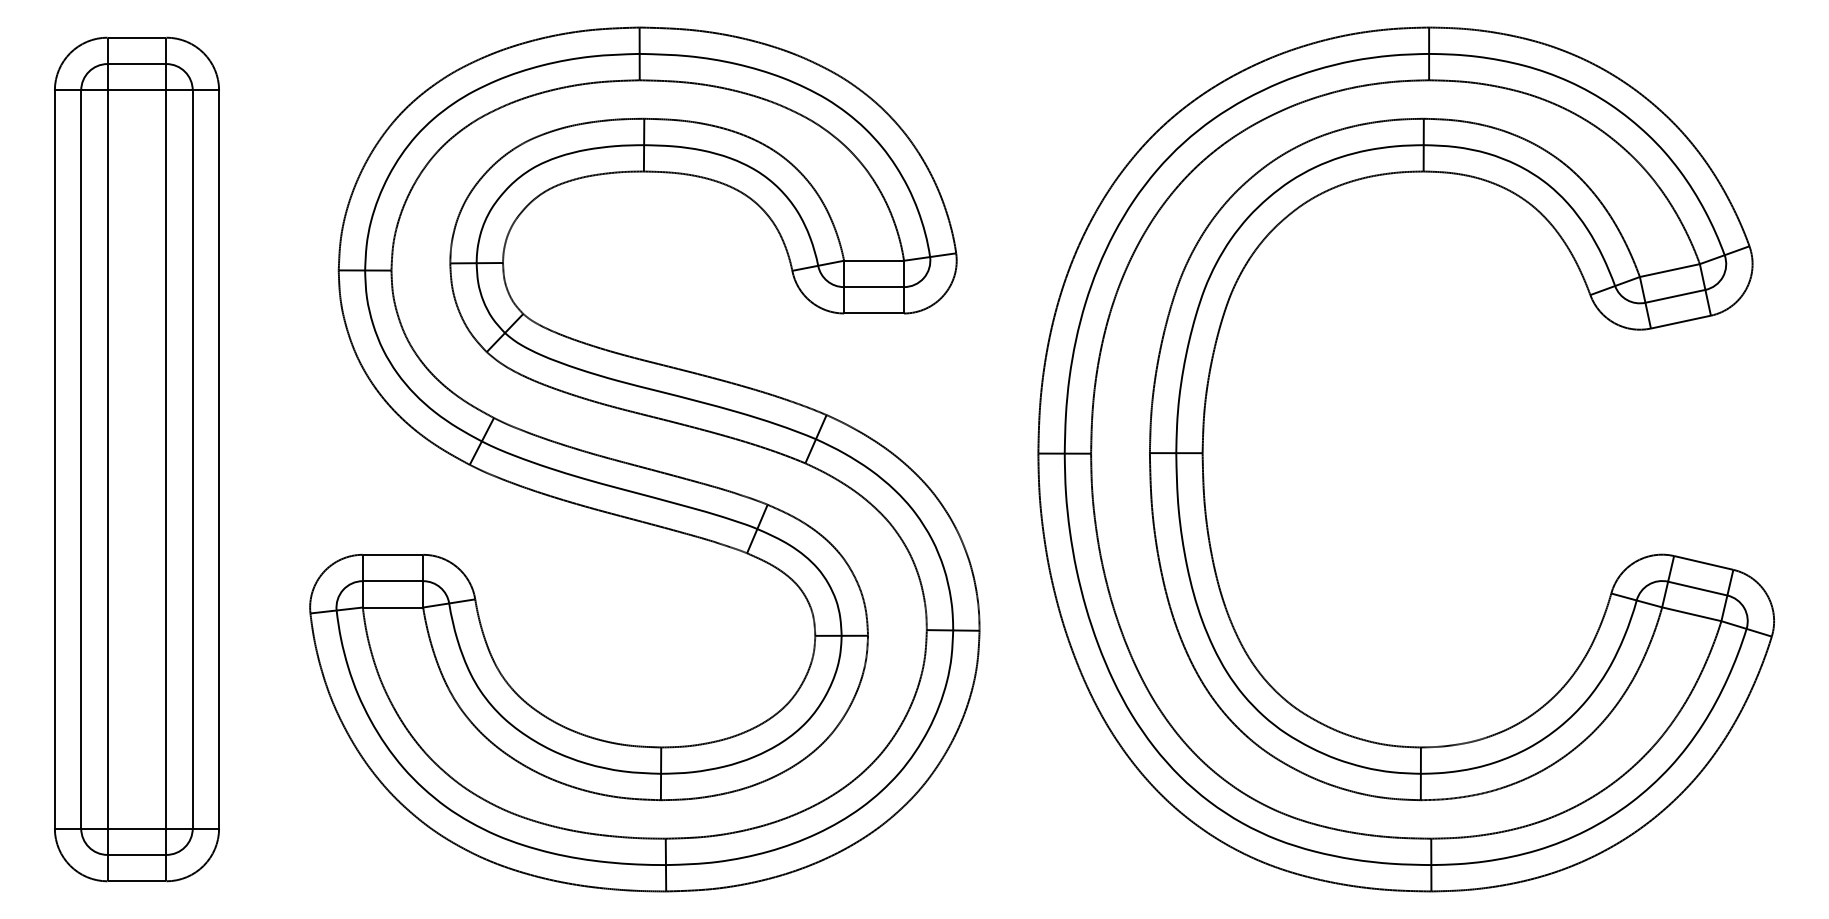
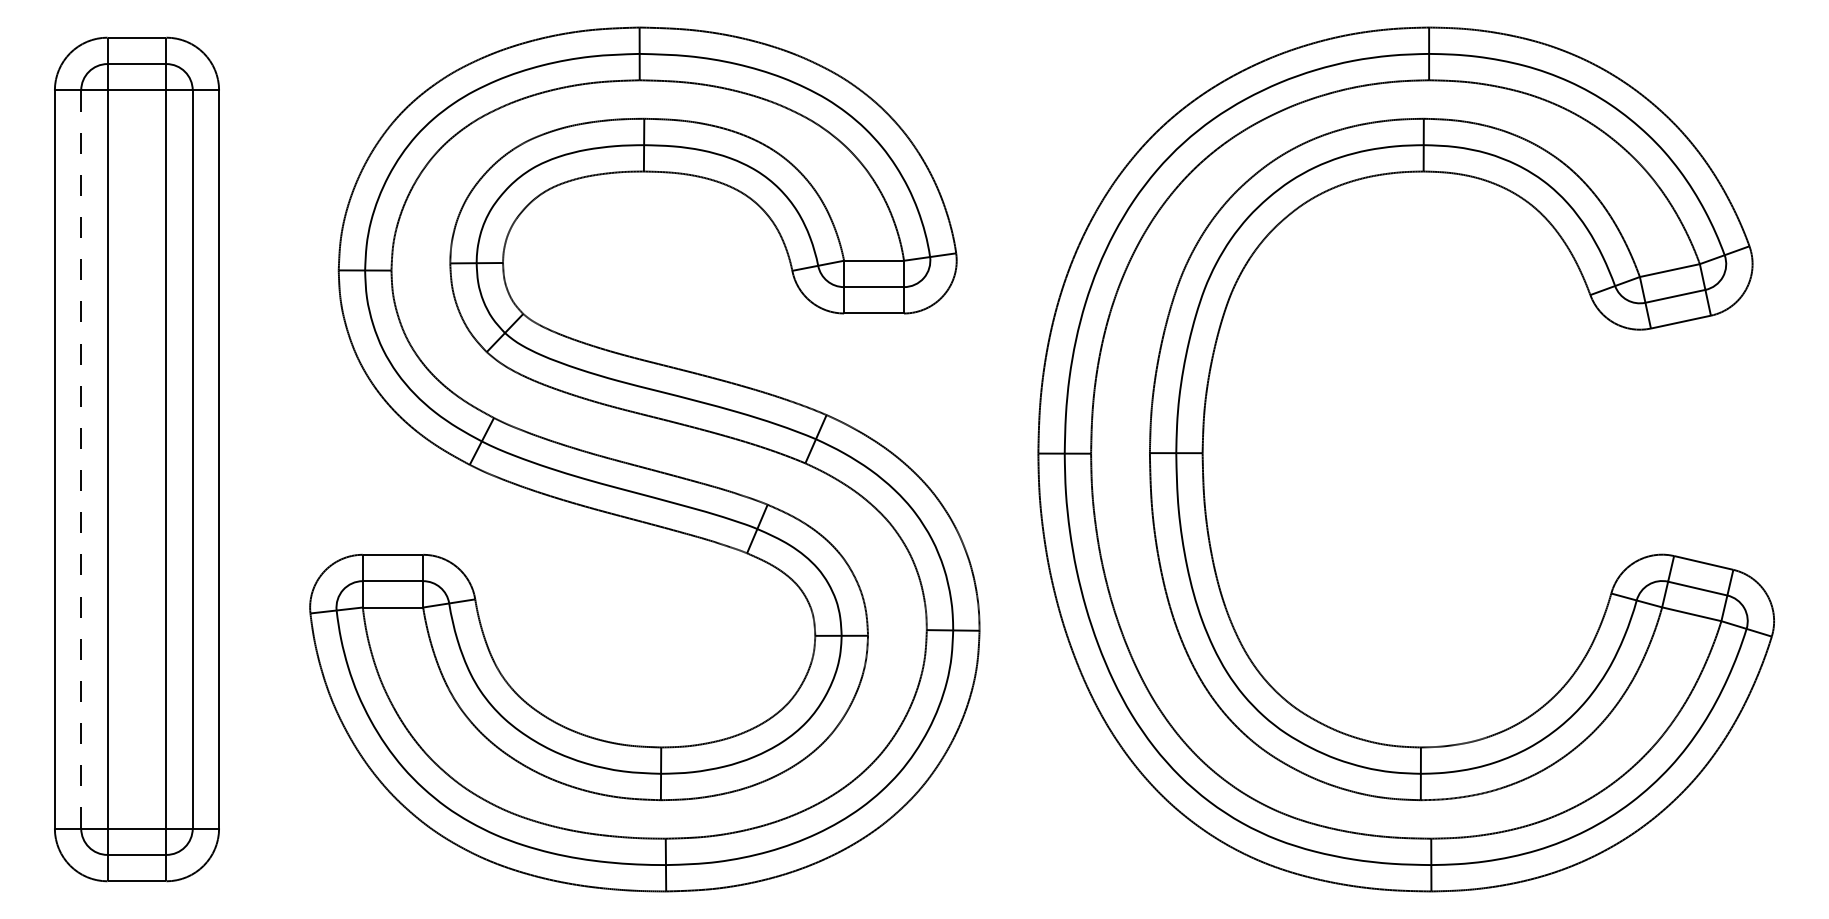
line at (81, 459): solid -> dashed
